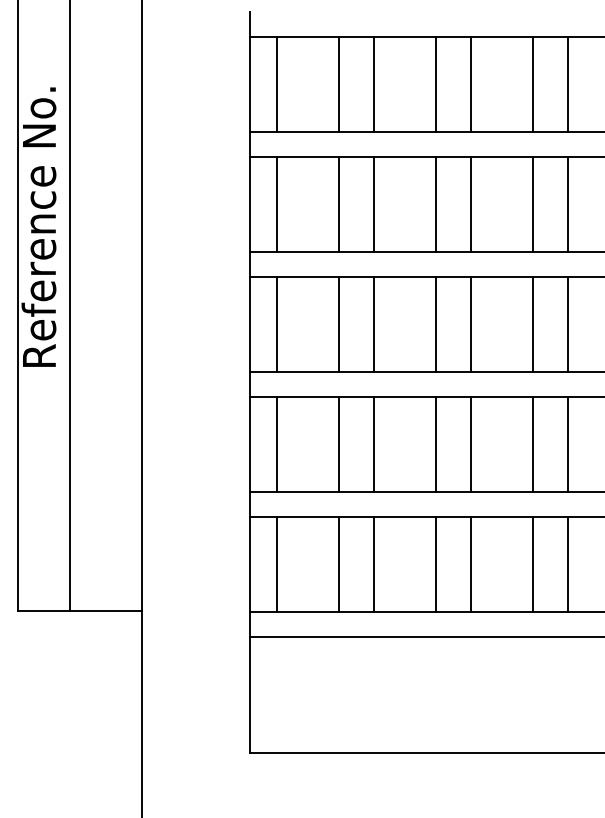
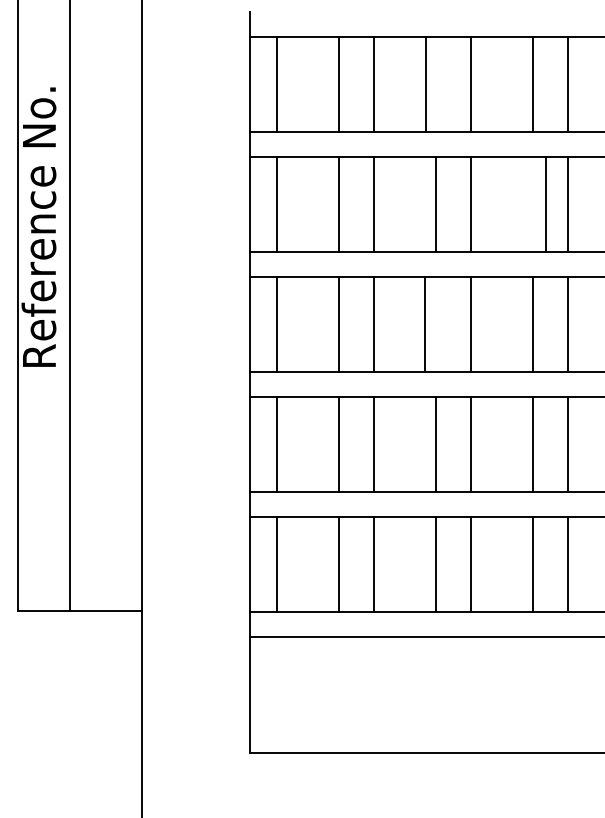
line at (436, 84) position: (436, 84) -> (426, 84)
line at (533, 204) position: (533, 204) -> (546, 204)
line at (436, 324) position: (436, 324) -> (425, 324)
